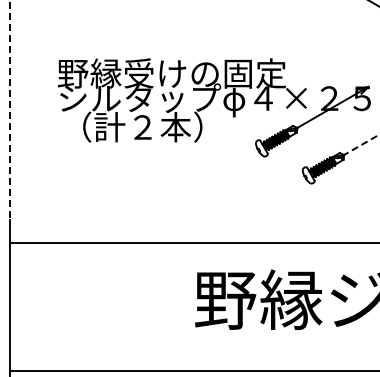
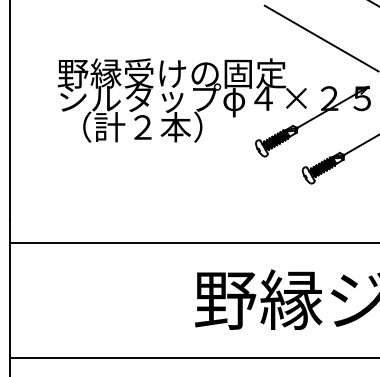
line at (320, 37): none -> present
line at (9, 110): dashed -> solid
line at (361, 145): dashed -> solid
line at (192, 371) position: (192, 371) -> (192, 358)
